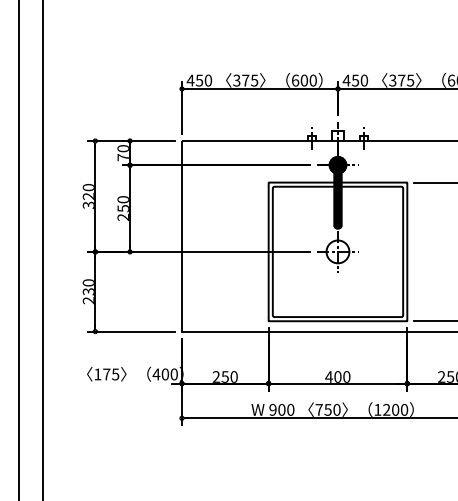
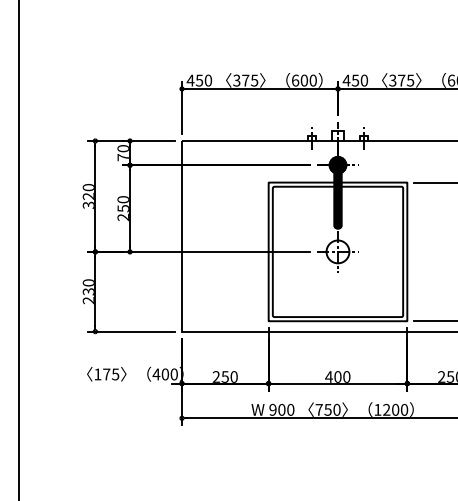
line at (43, 249): present -> none
